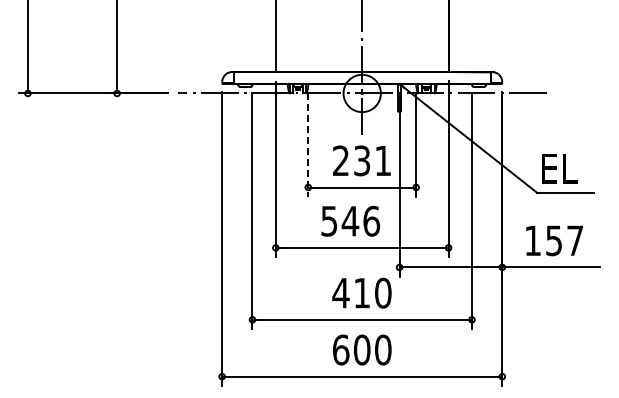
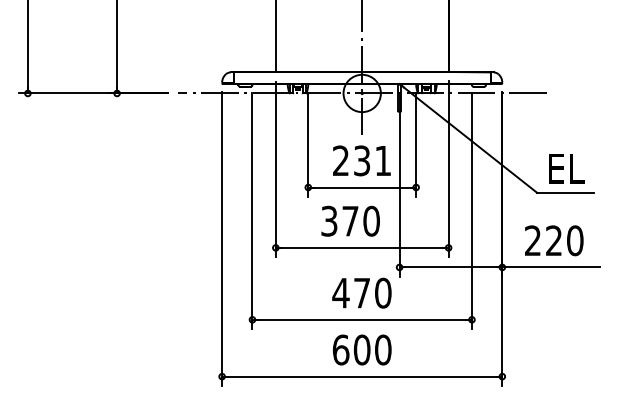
line at (308, 145): dashed -> solid
text at (559, 168) position: (559, 168) -> (566, 168)
text at (351, 220): 546 -> 370
text at (554, 240): 157 -> 220
text at (361, 293): 410 -> 470
